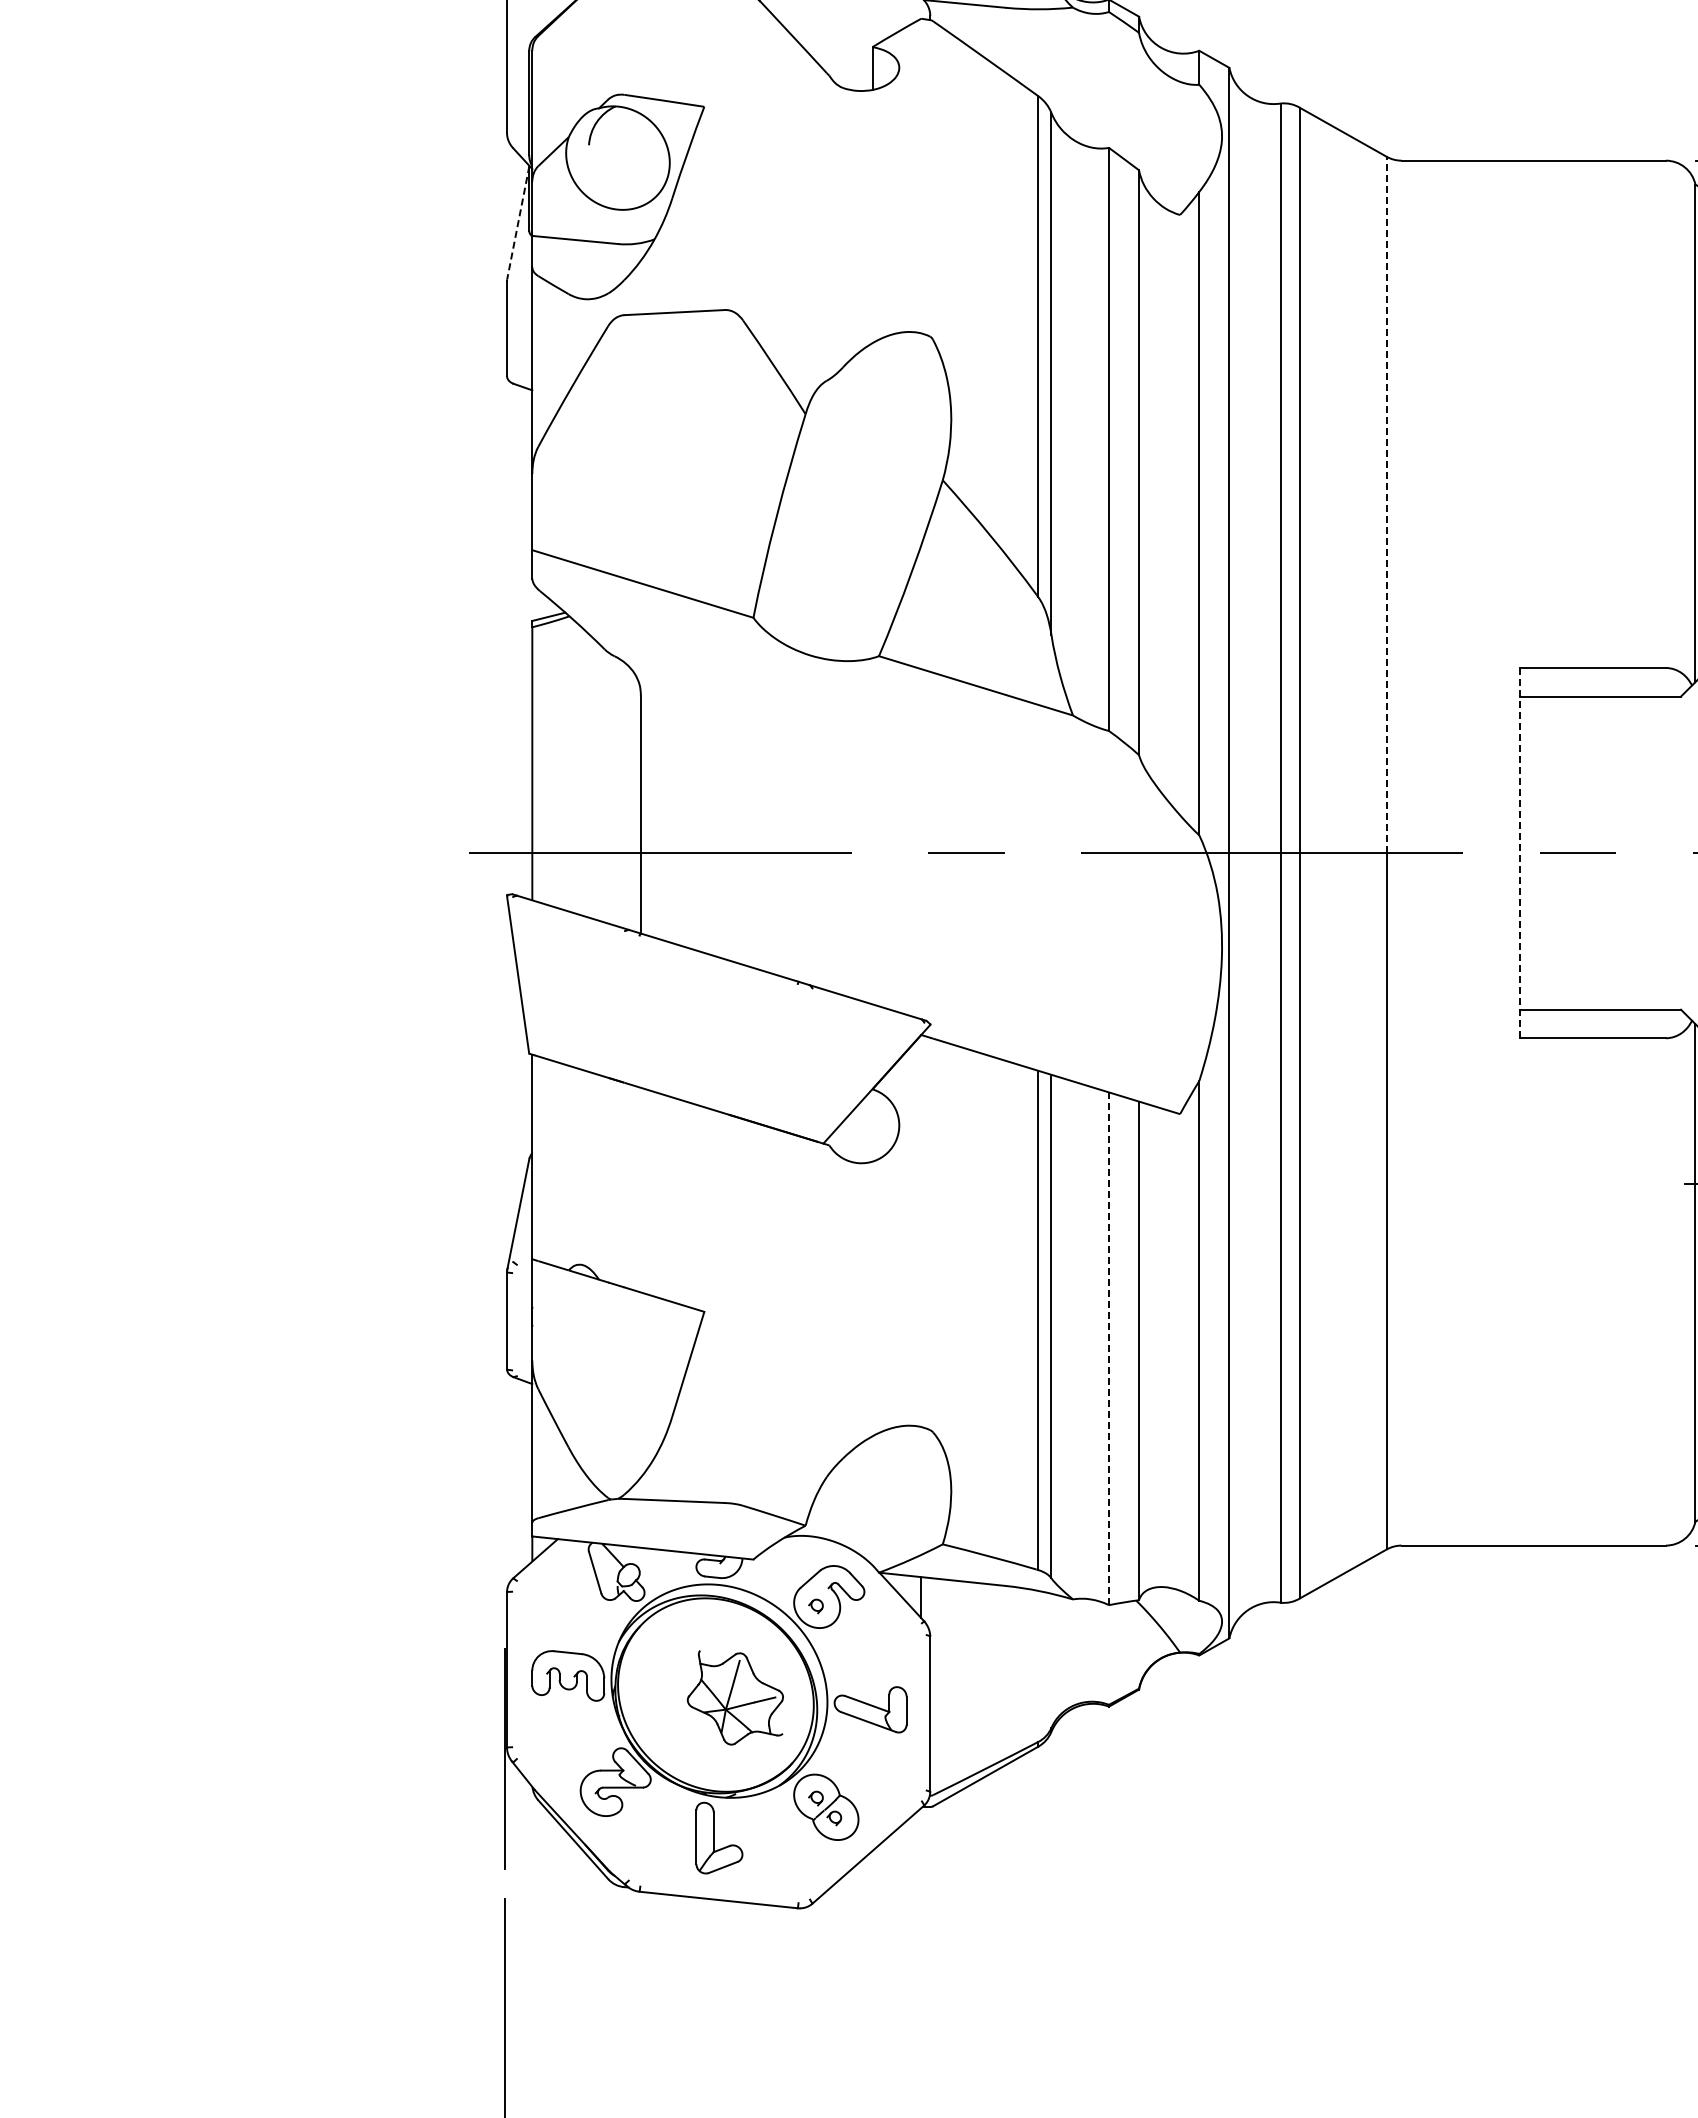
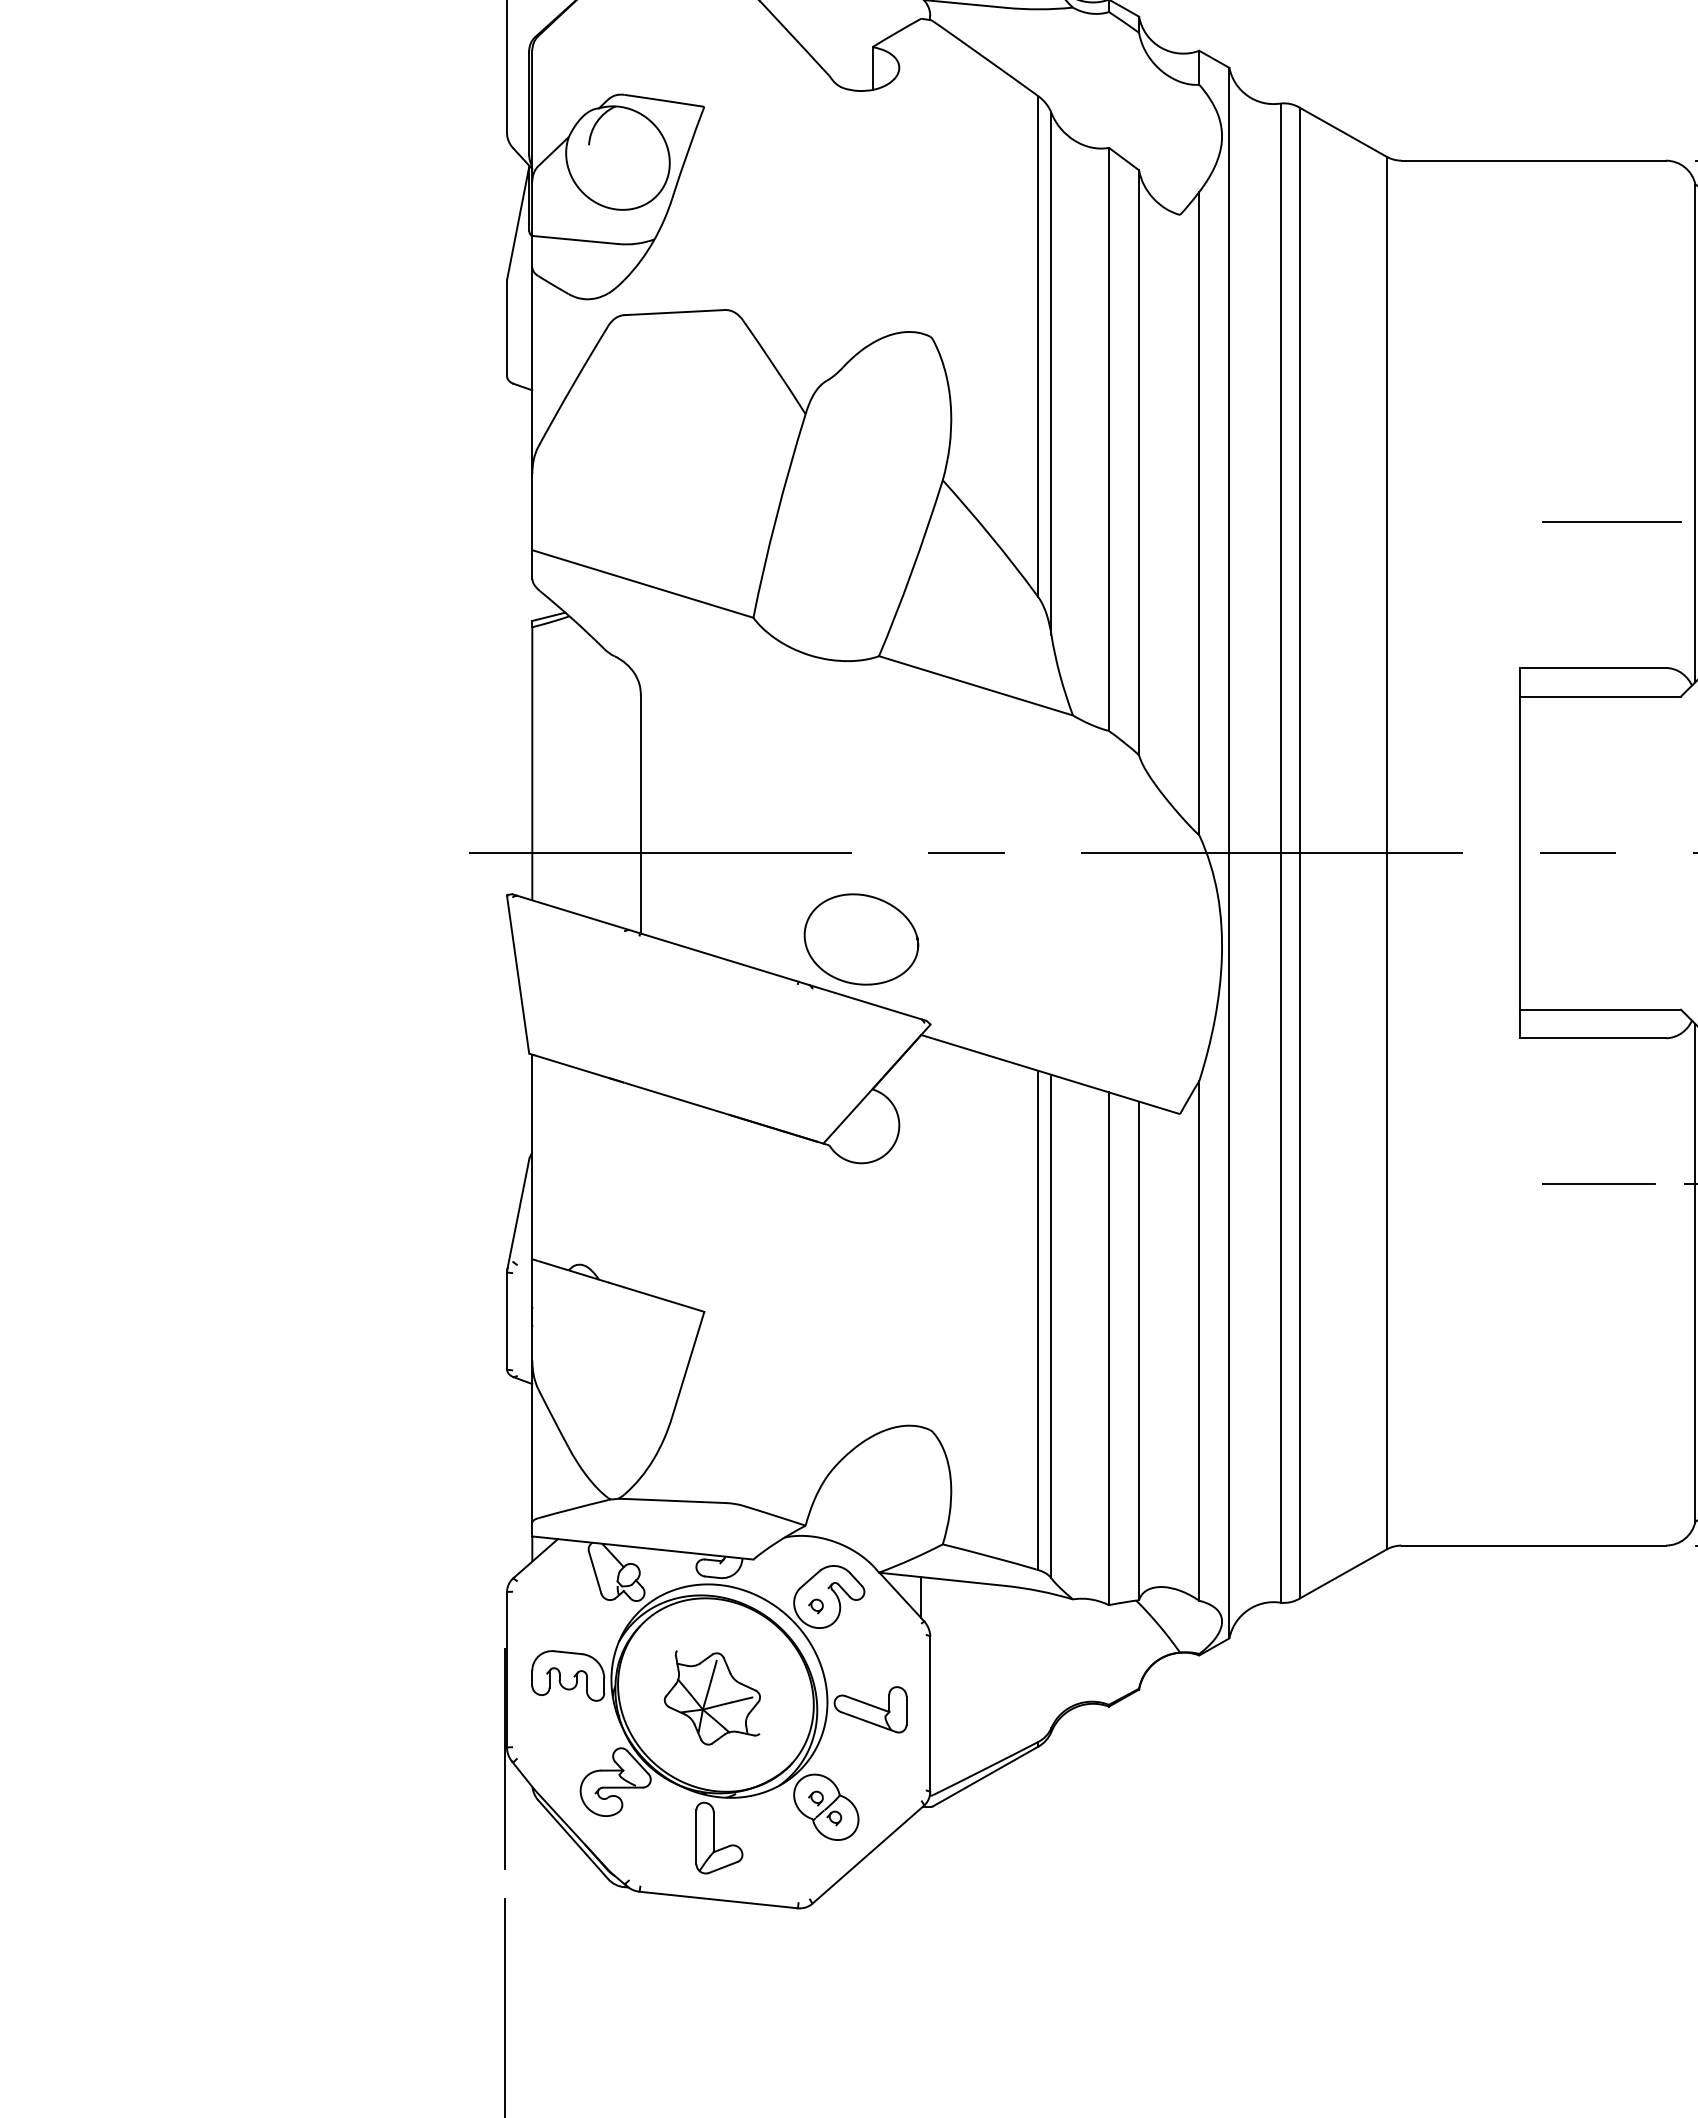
line at (518, 222): dashed -> solid
line at (1386, 504): dashed -> solid
line at (1611, 521): none -> present
line at (1519, 853): dashed -> solid
curve at (873, 898): none -> present
line at (1598, 1184): none -> present
line at (1108, 1348): dashed -> solid
part at (734, 1697) position: (734, 1697) -> (711, 1697)
